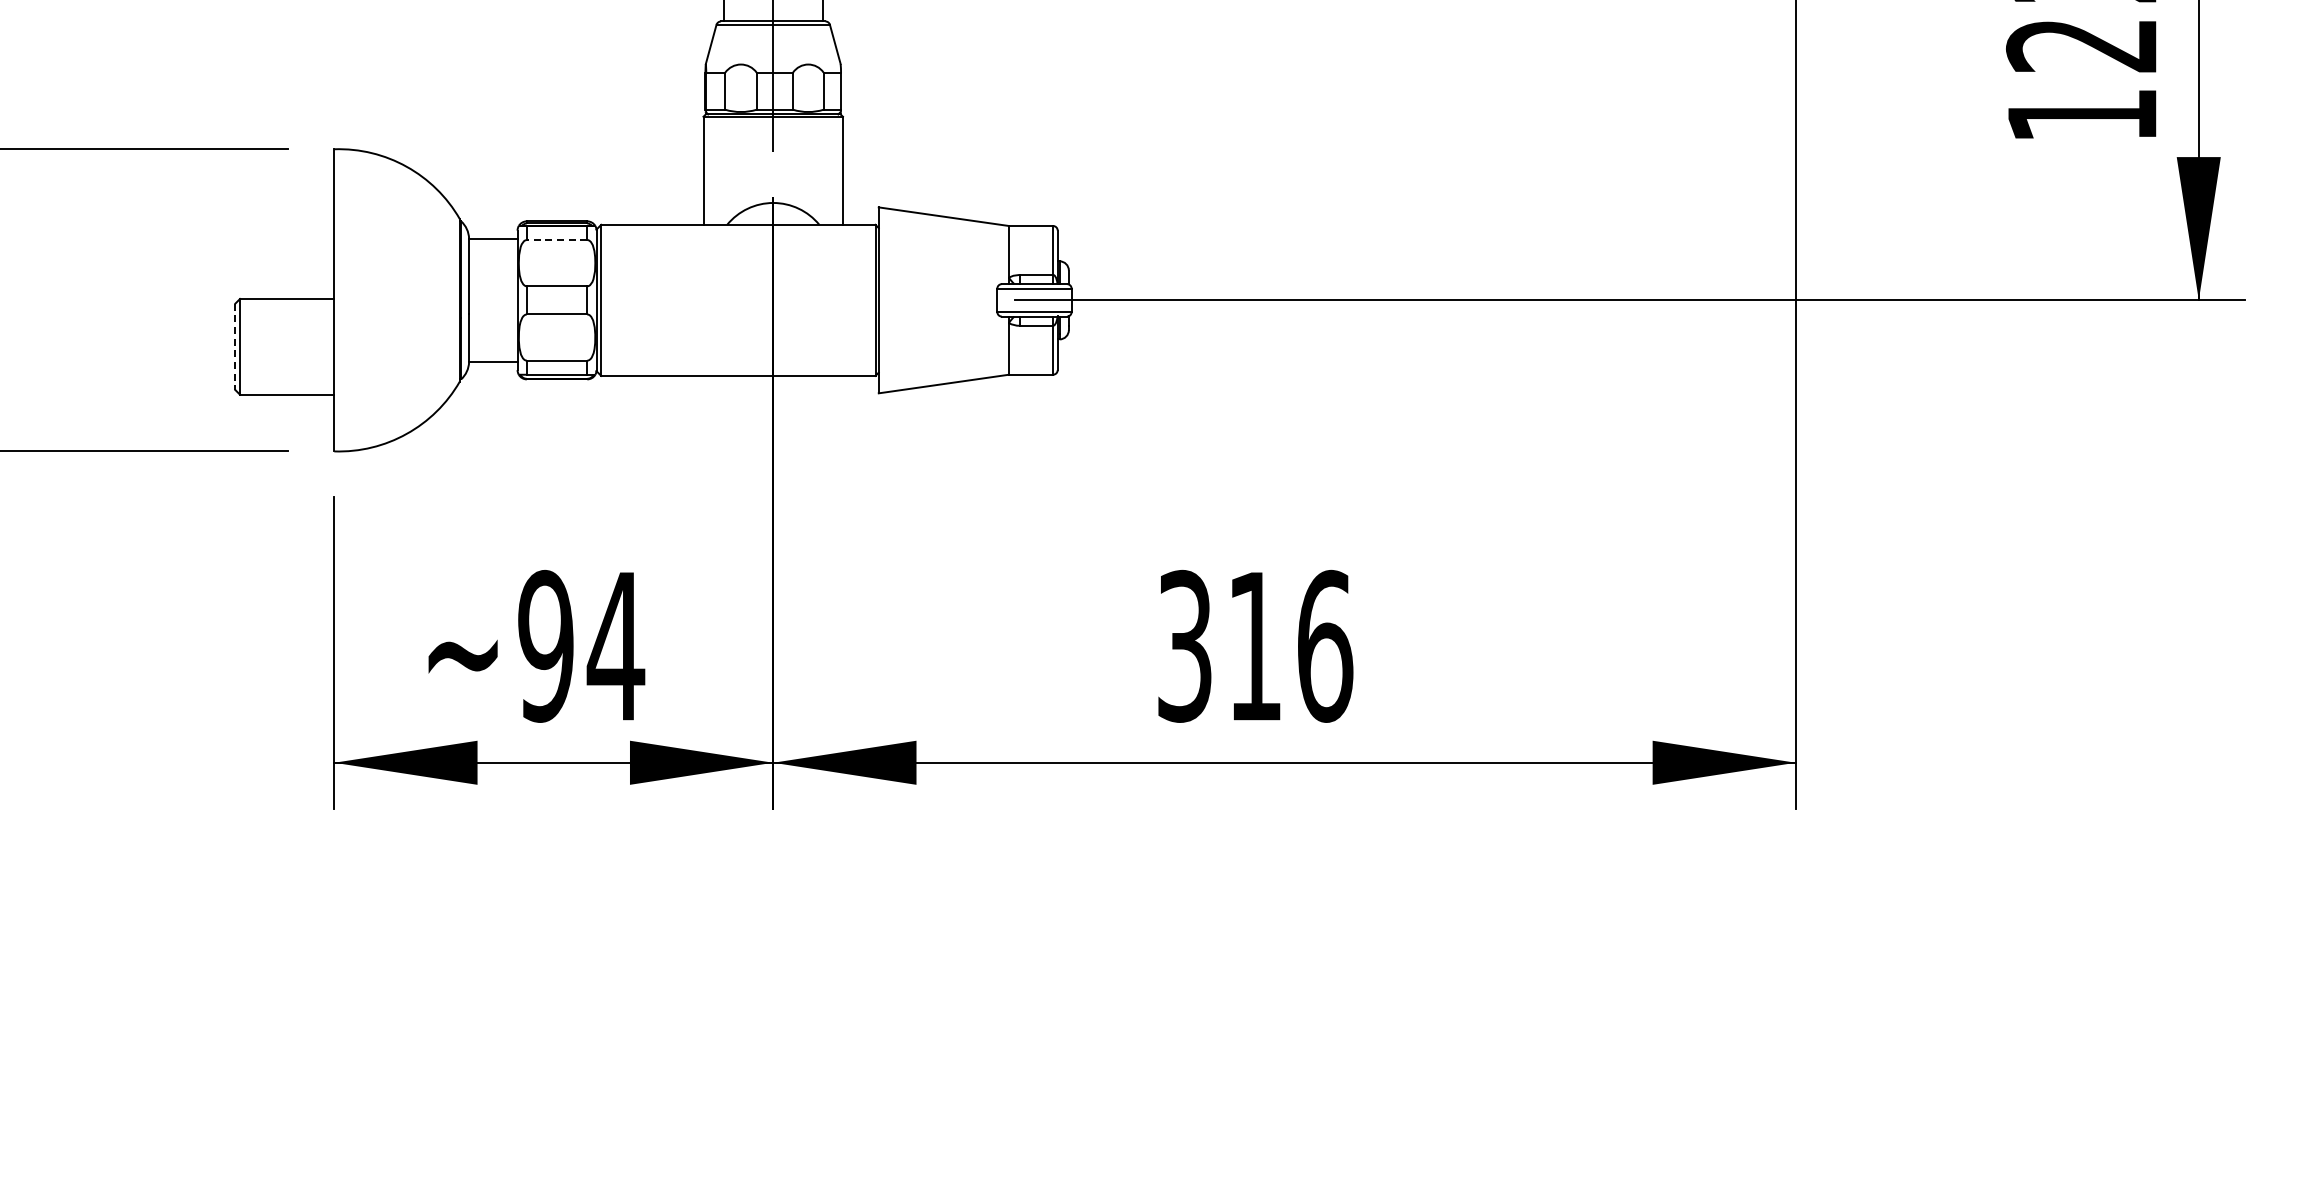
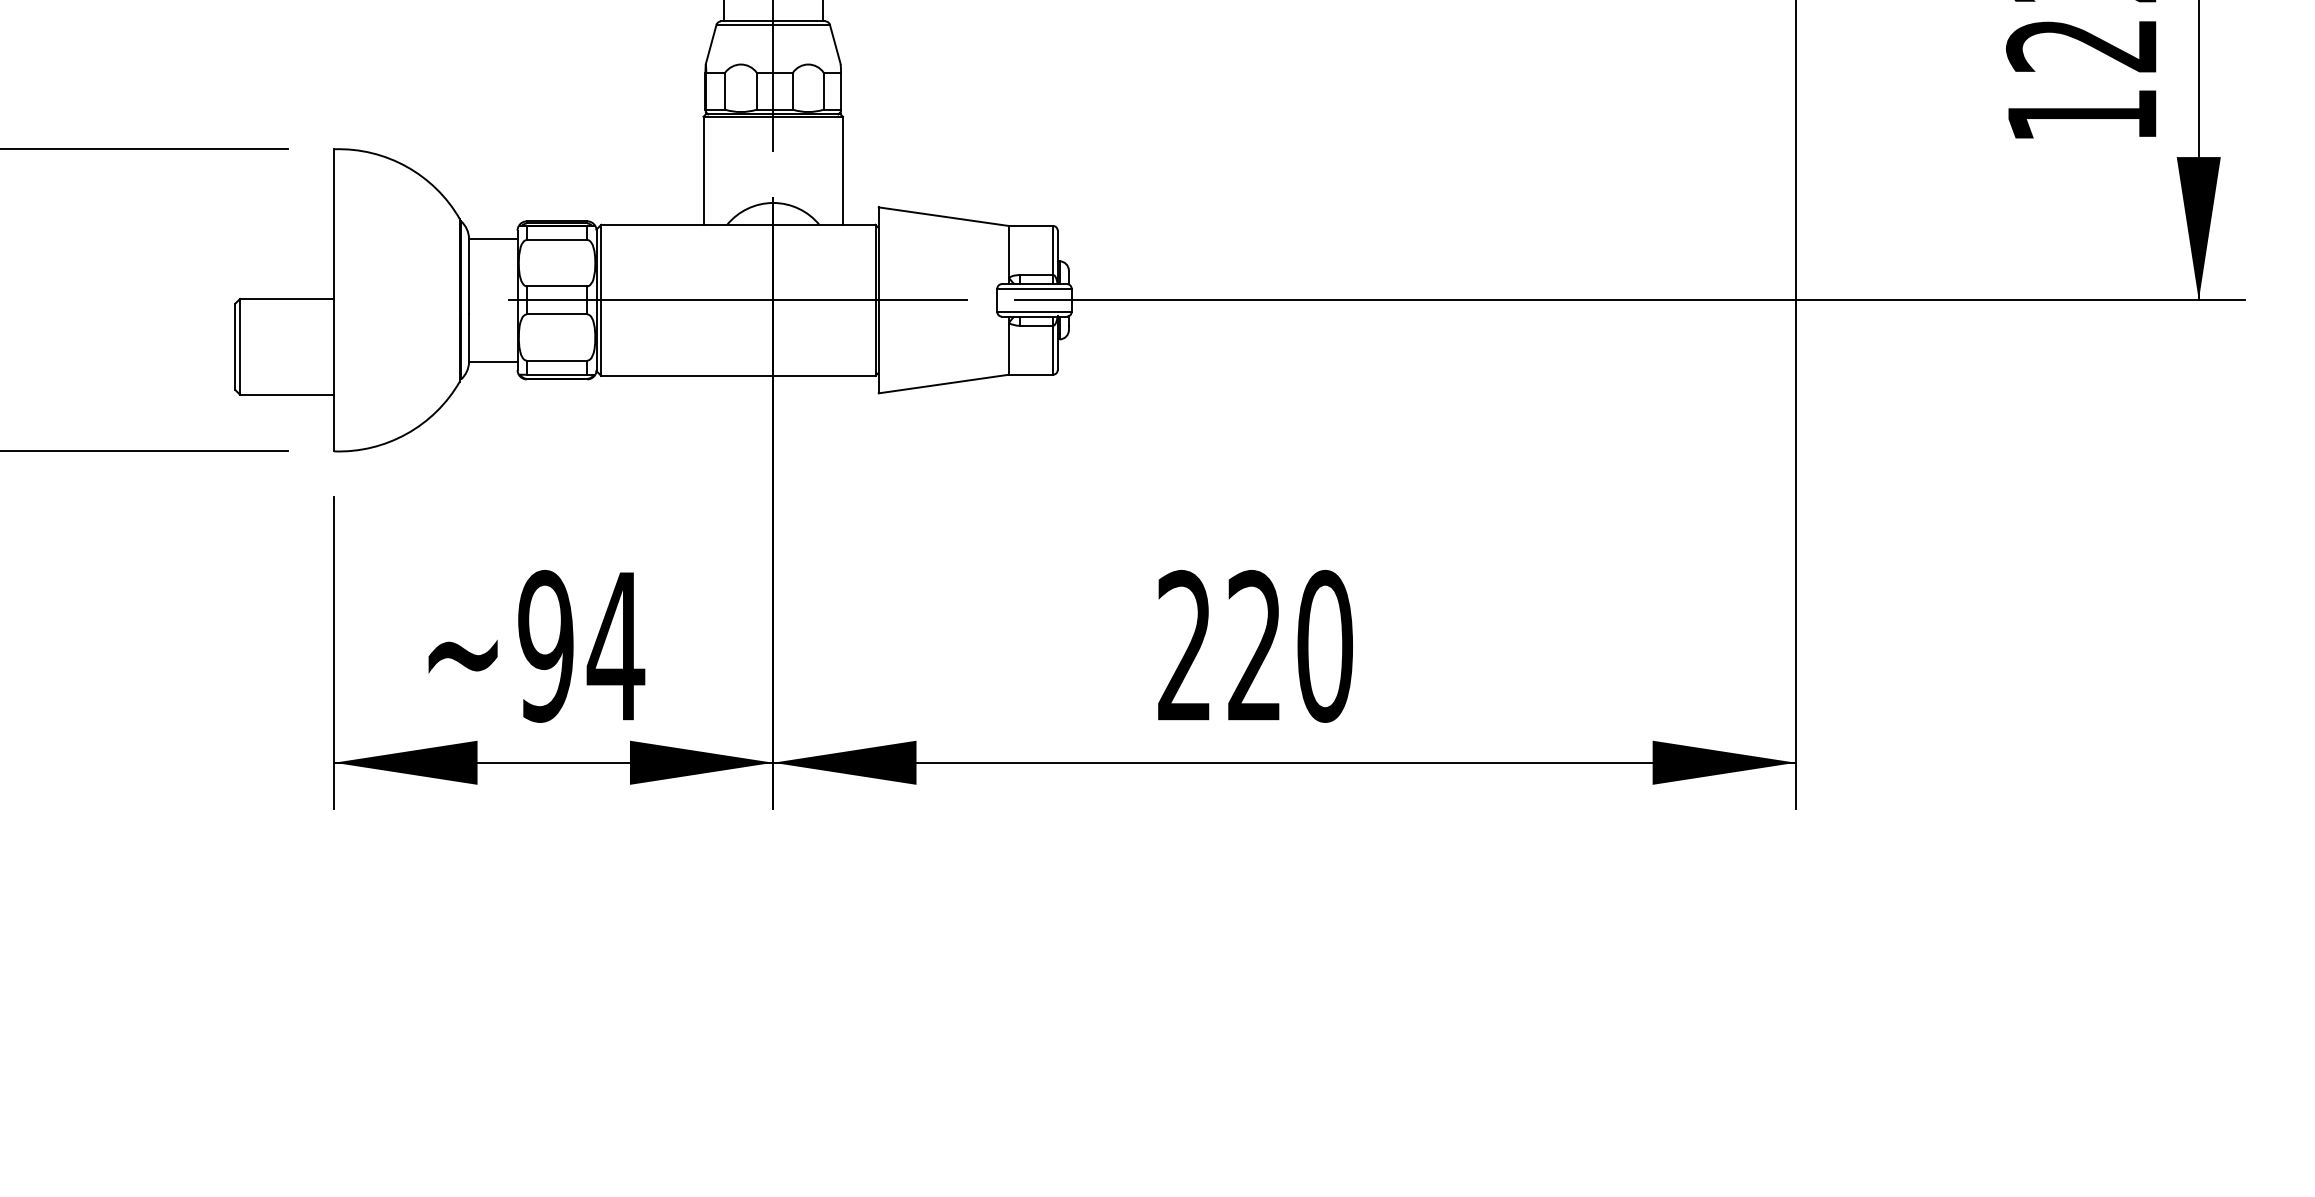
line at (556, 240): dashed -> solid
line at (738, 300): none -> present
line at (235, 347): dashed -> solid
text at (1255, 645): 316 -> 220
